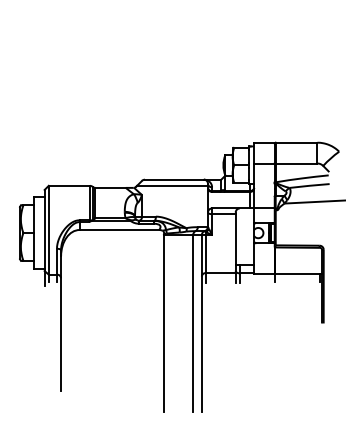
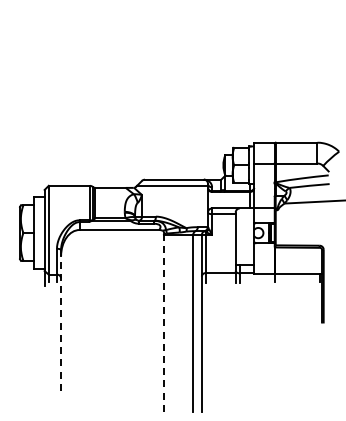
line at (61, 322): solid -> dashed
line at (163, 322): solid -> dashed
